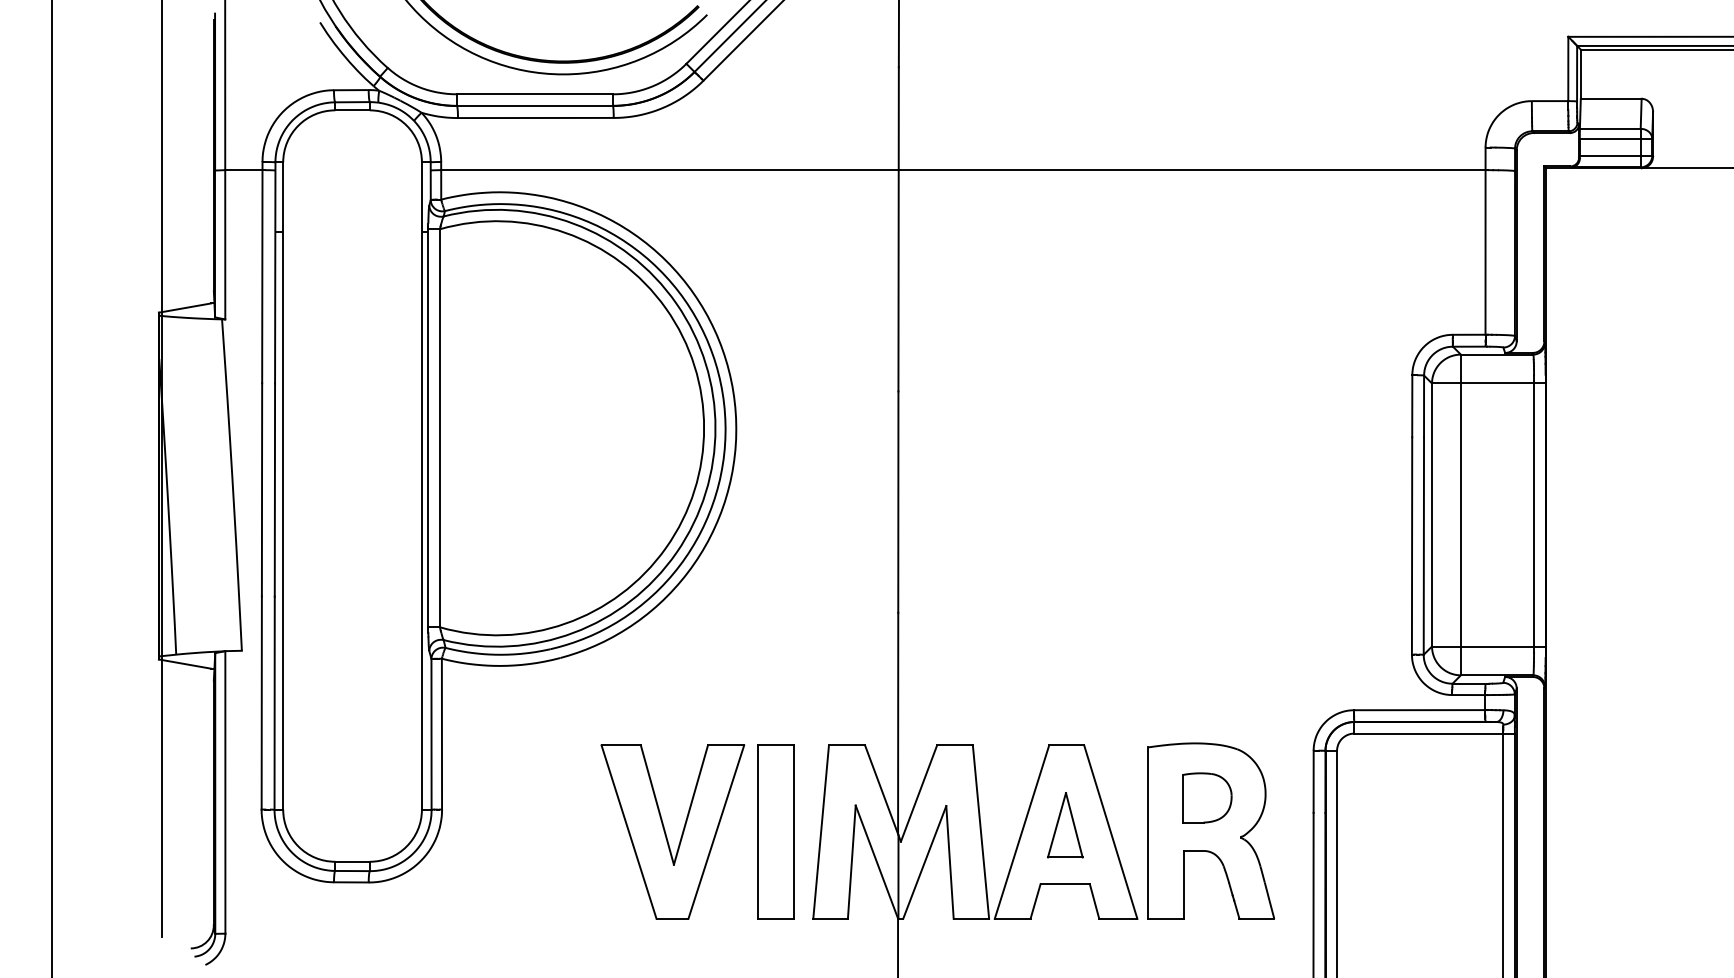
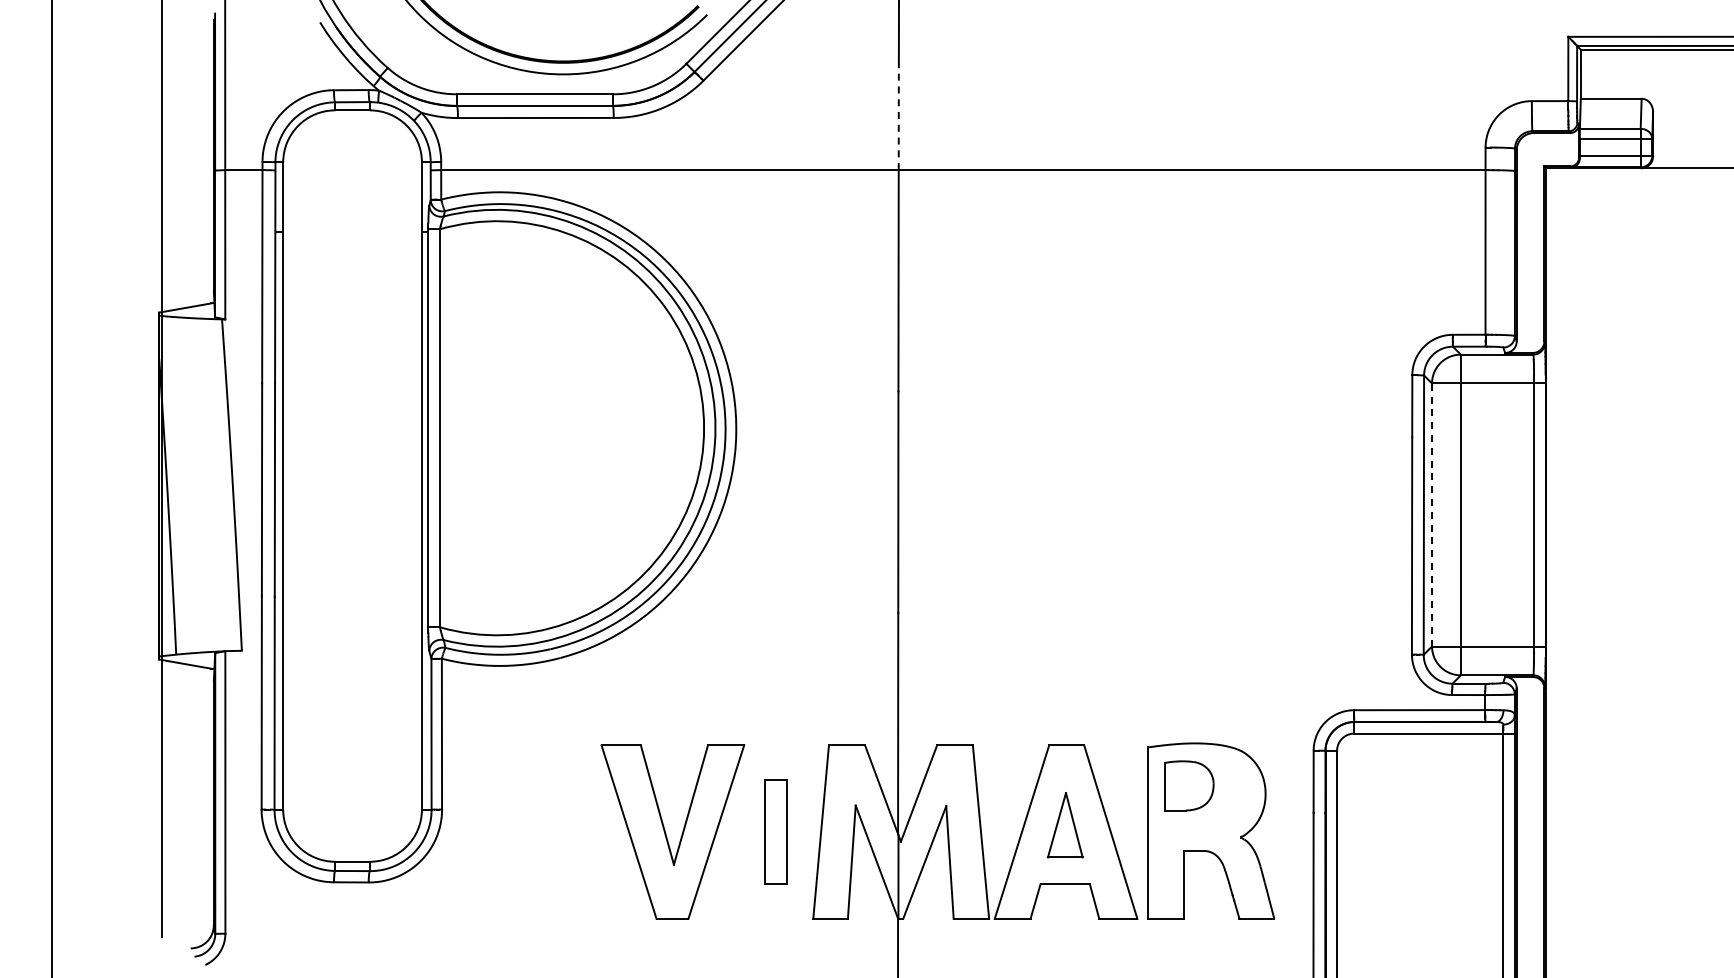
line at (898, 118): solid -> dashed
line at (1431, 514): solid -> dashed
part at (1207, 797) position: (1207, 797) -> (1189, 785)
part at (775, 831) size: 38x176 px -> 24x106 px
